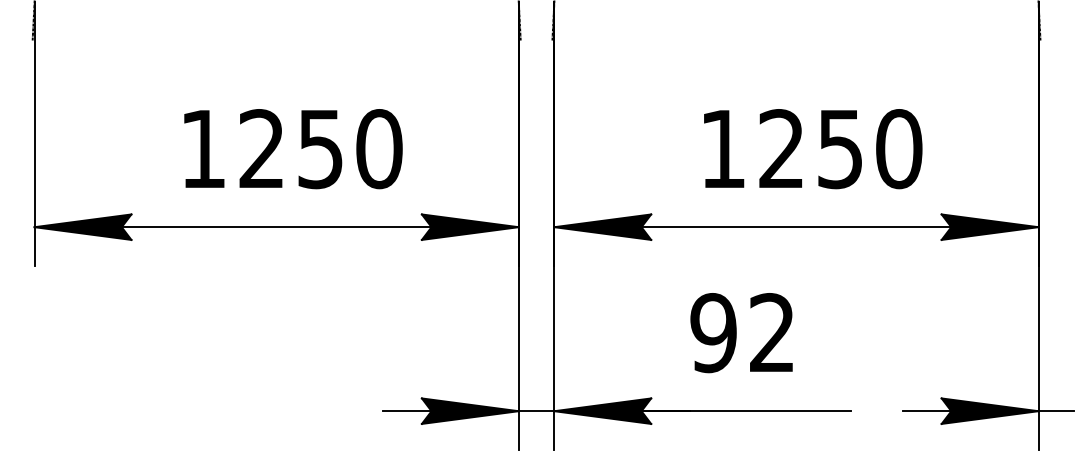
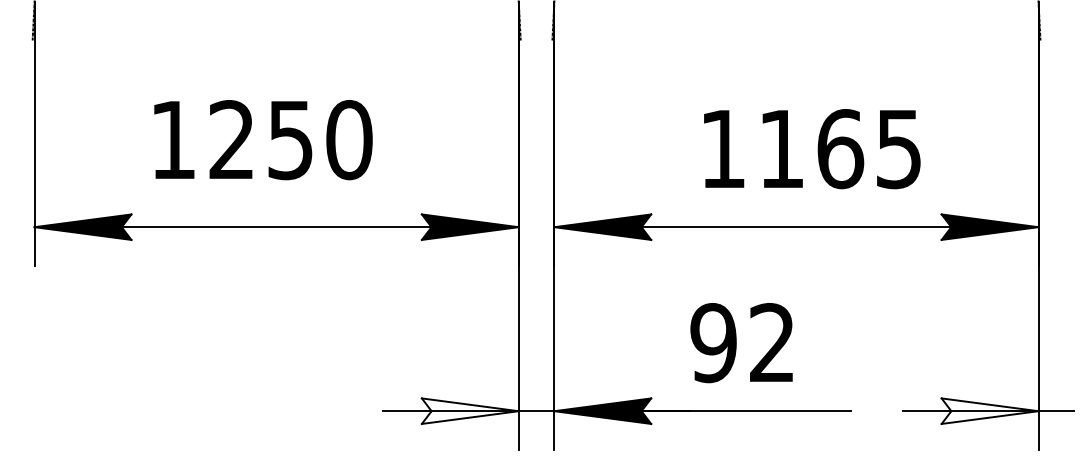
text at (293, 149) position: (293, 149) -> (263, 140)
text at (840, 149): 1250 -> 1165
text at (741, 333) position: (741, 333) -> (741, 343)
fill at (469, 410): present -> none
fill at (989, 410): present -> none
